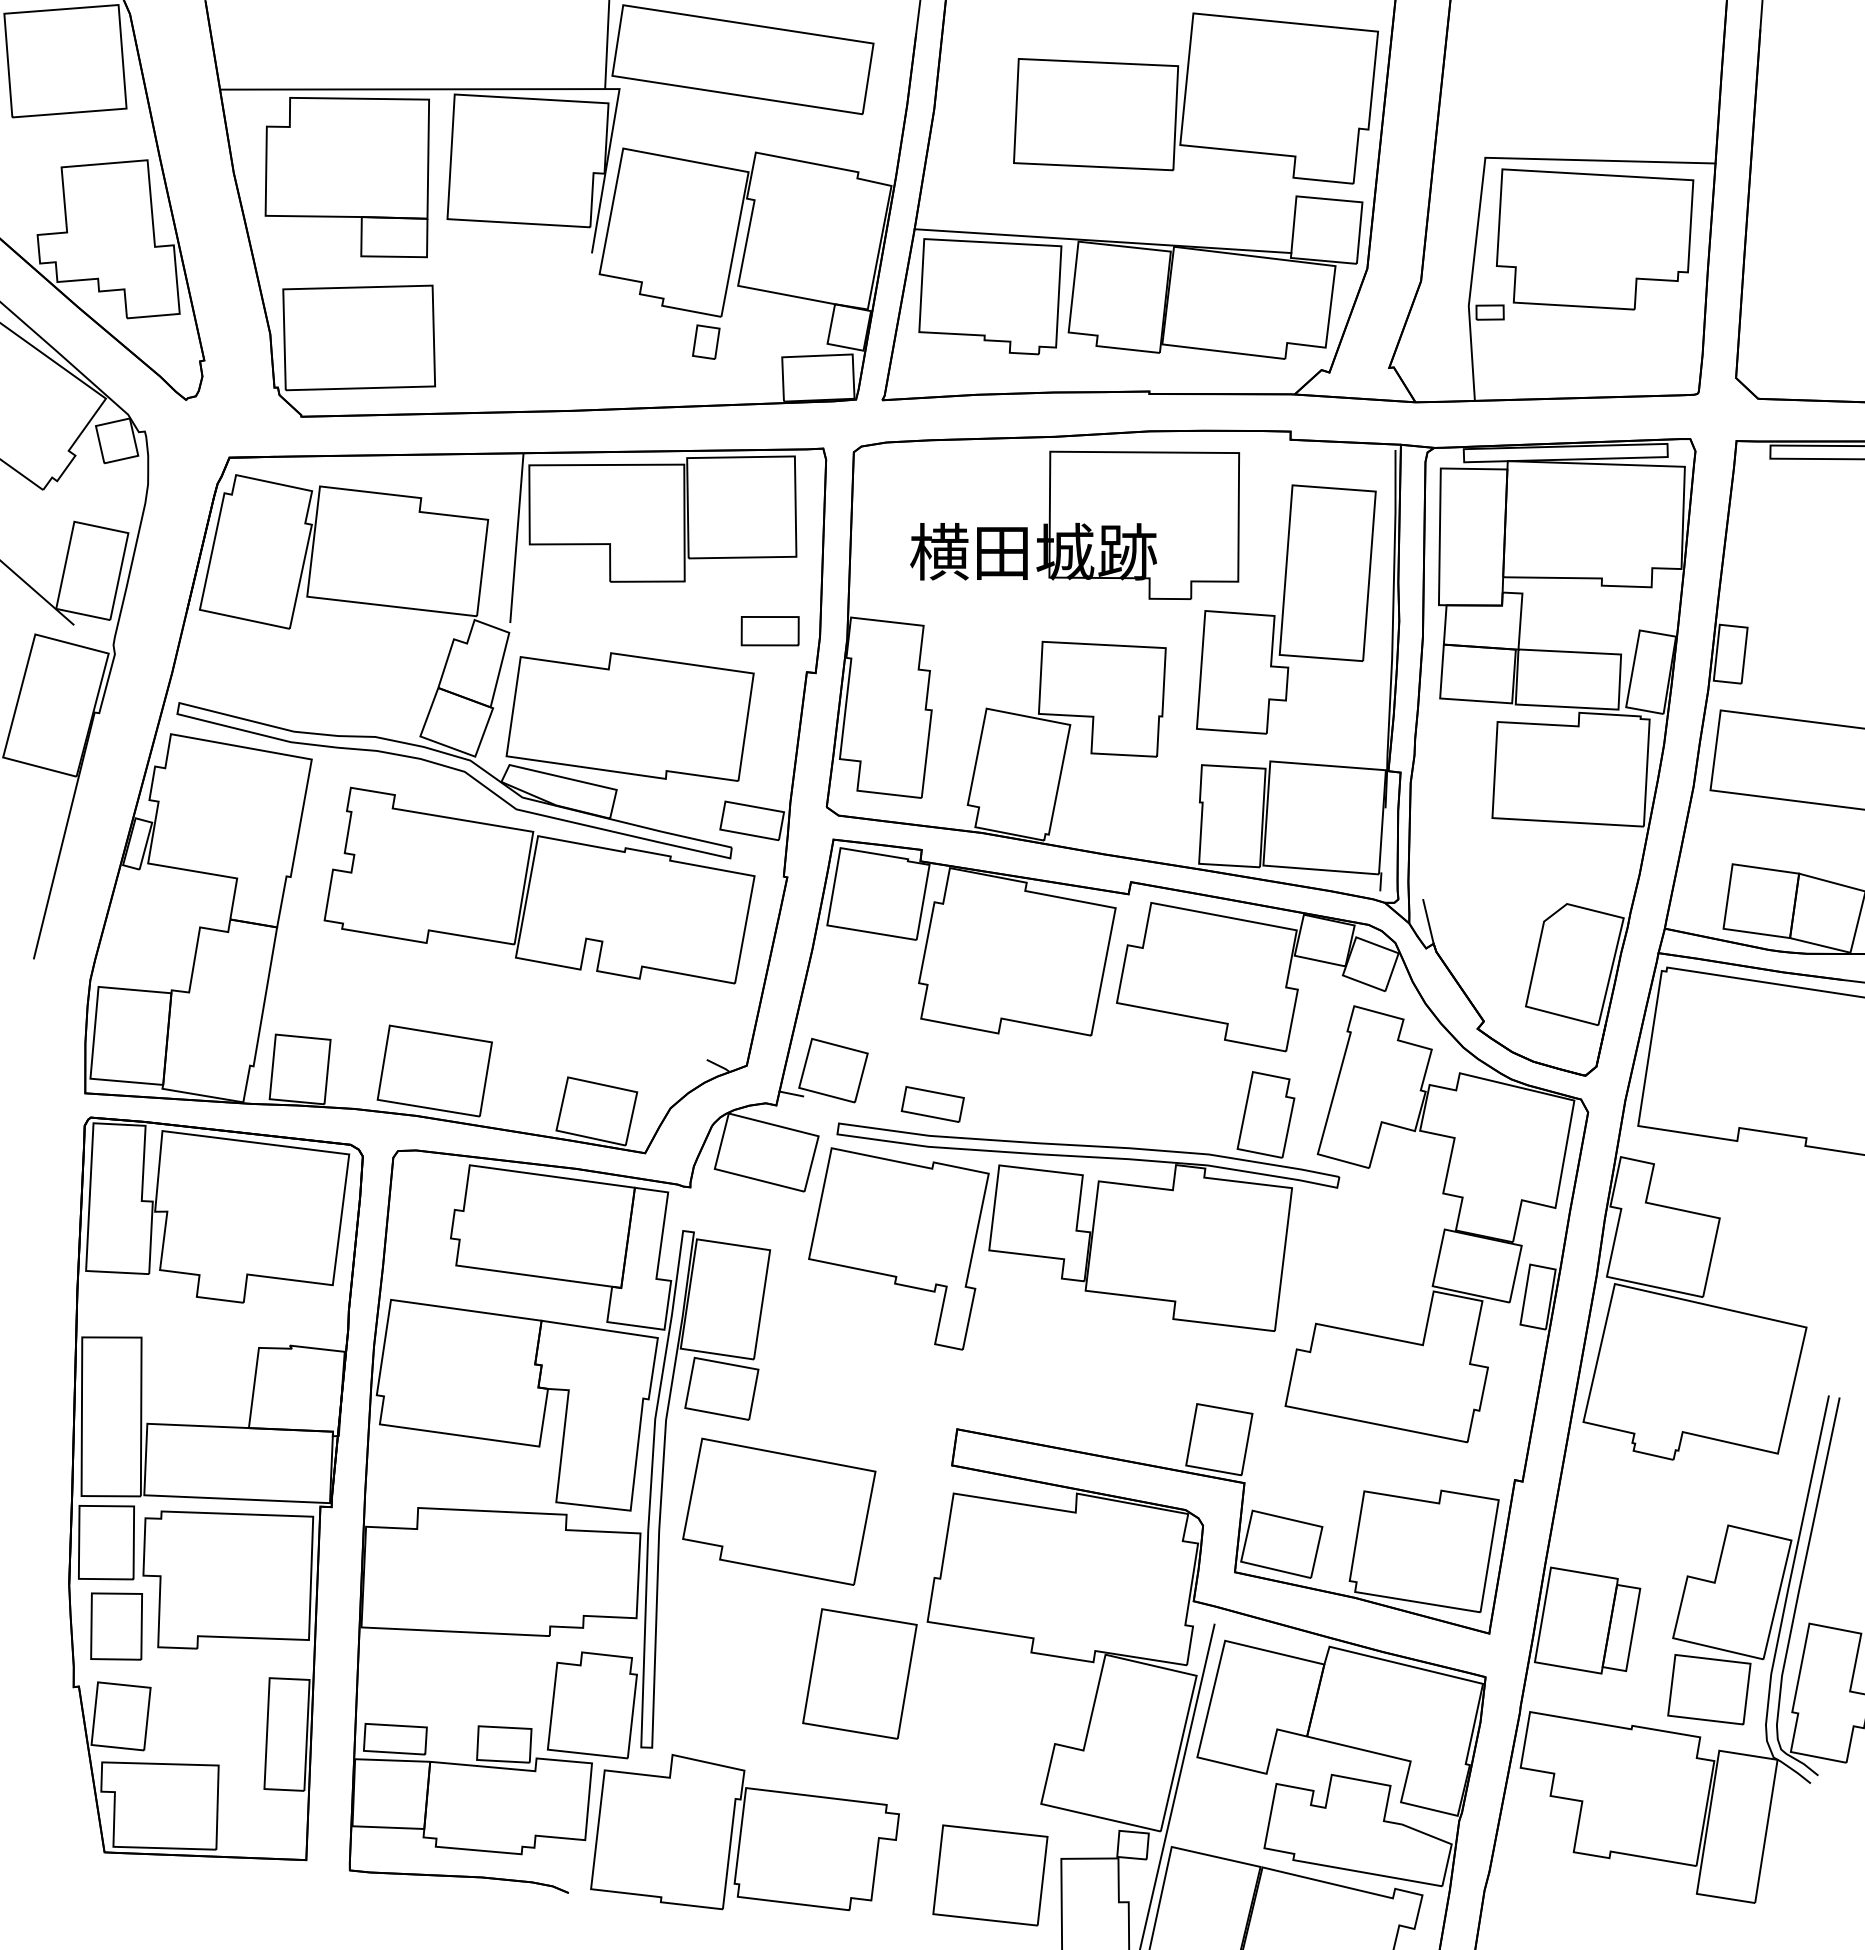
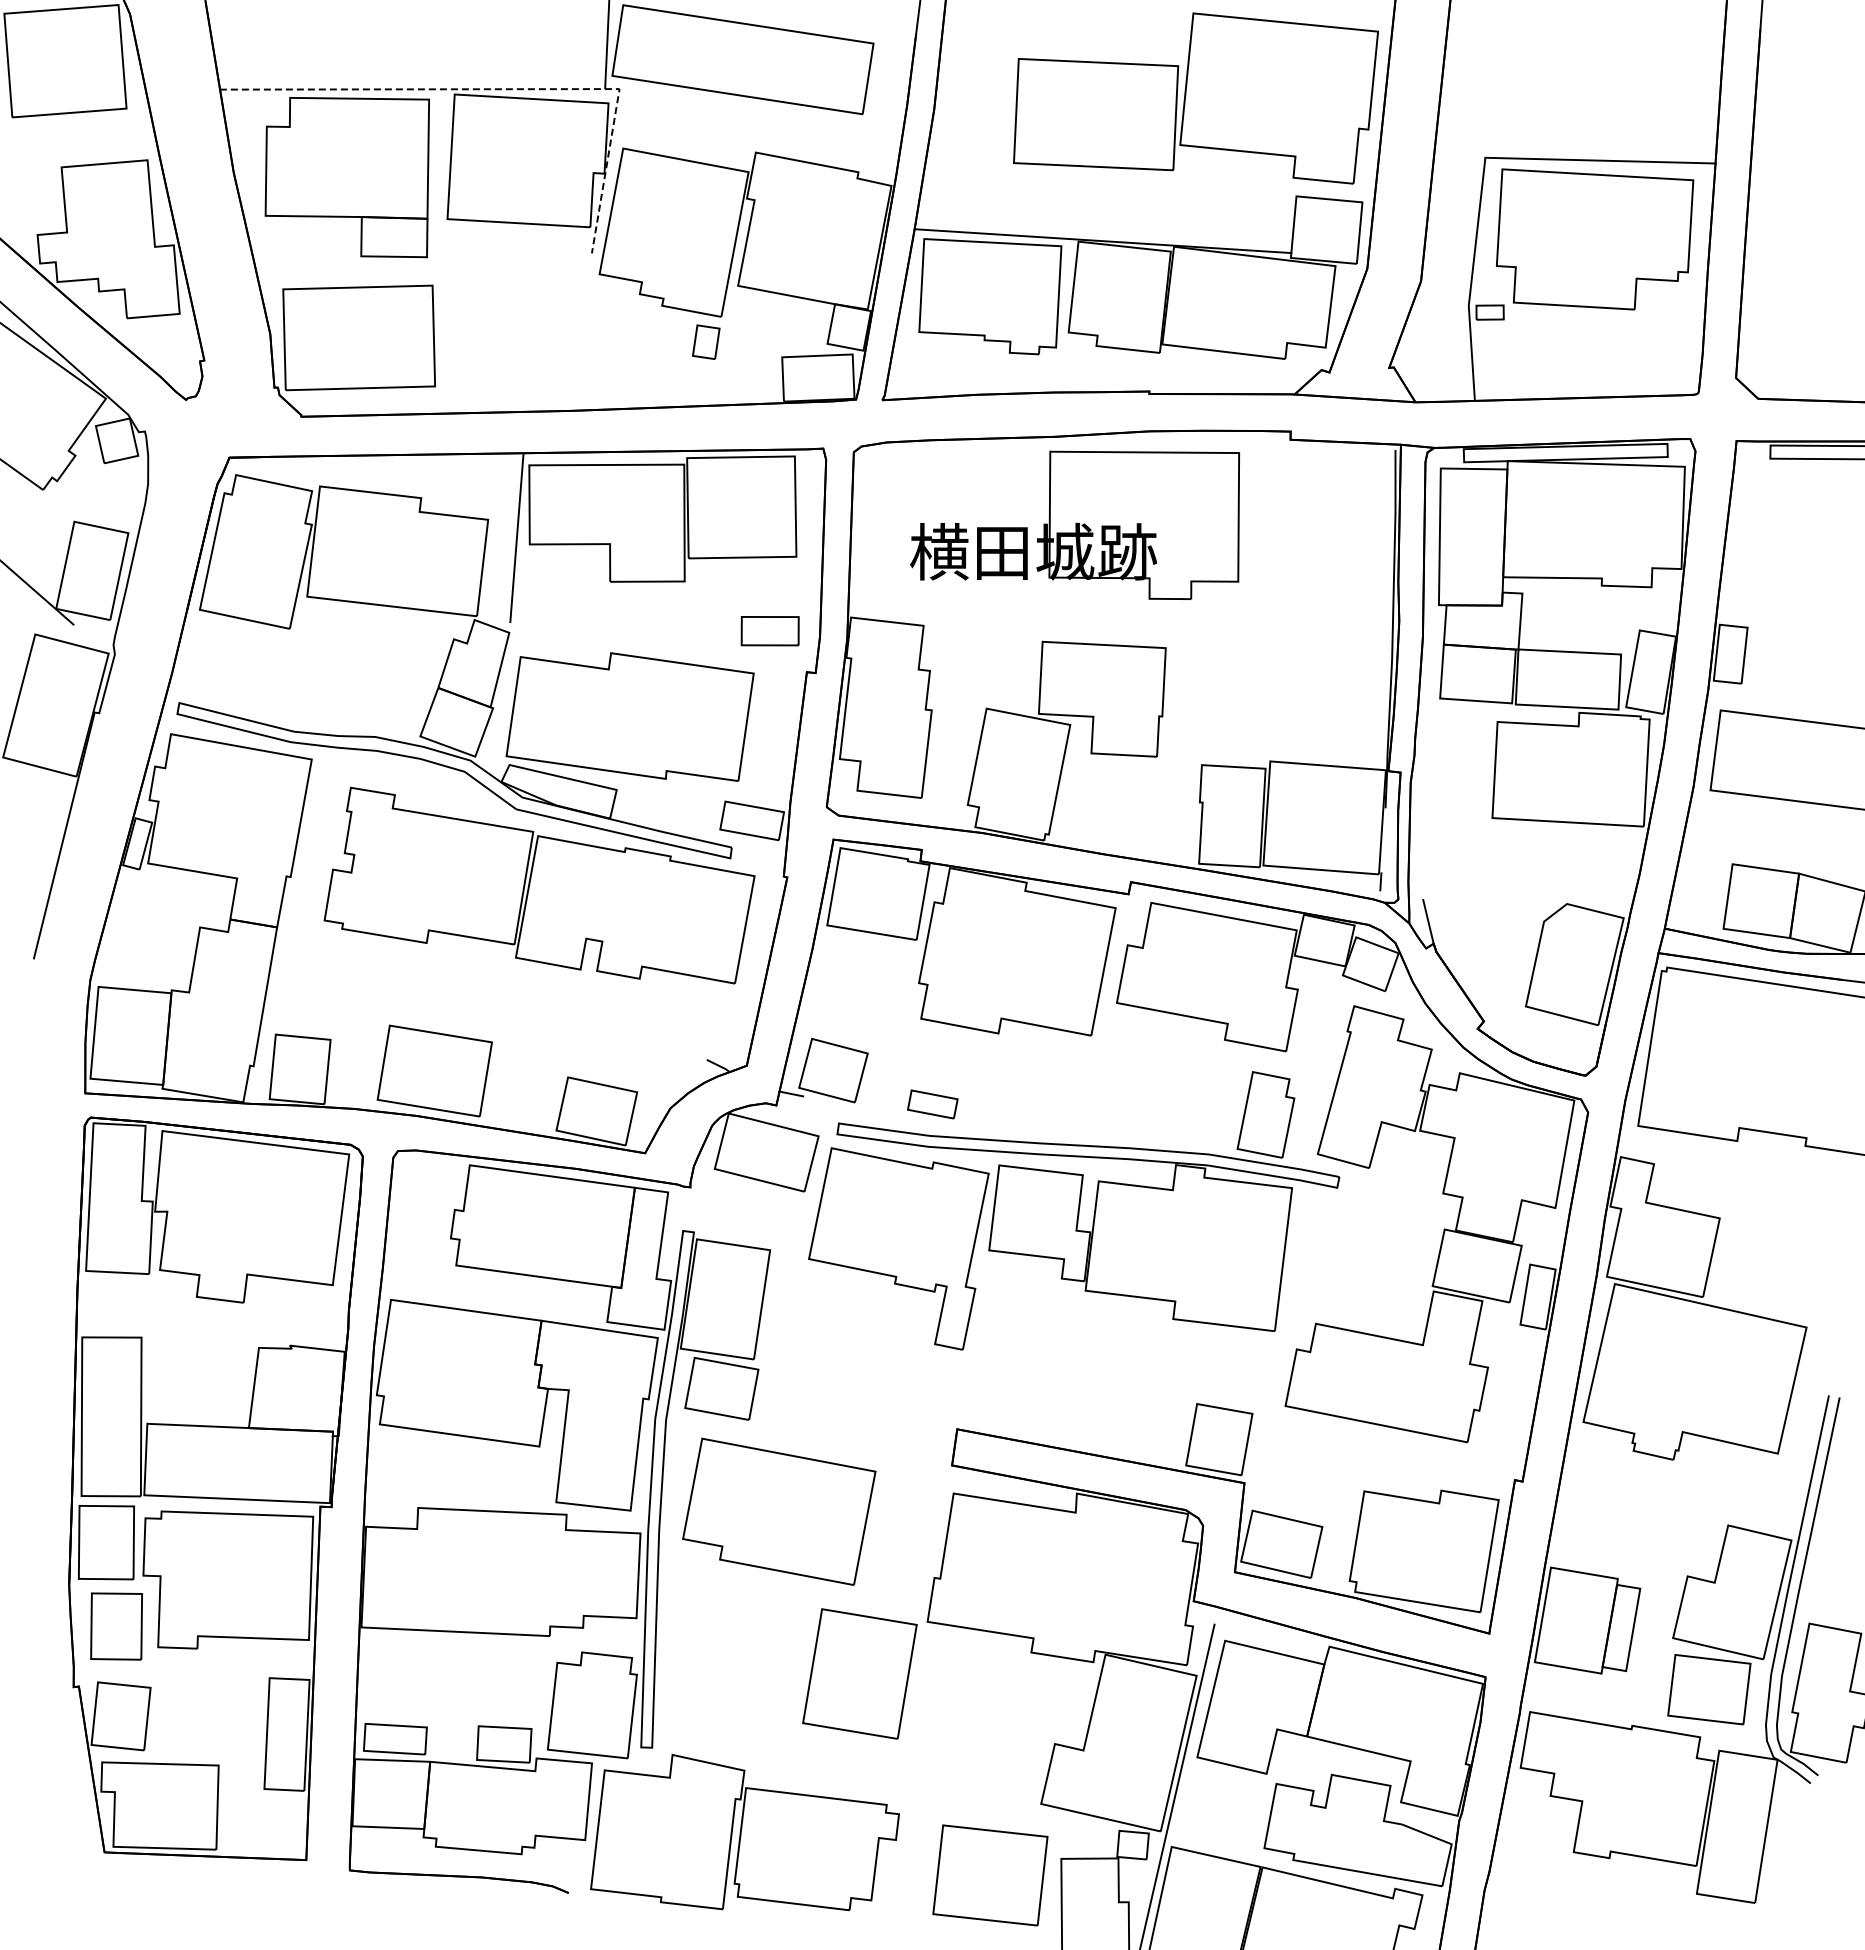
line at (503, 89): solid -> dashed
part at (1286, 609): present -> none
part at (932, 1104) size: 65x37 px -> 52x31 px
